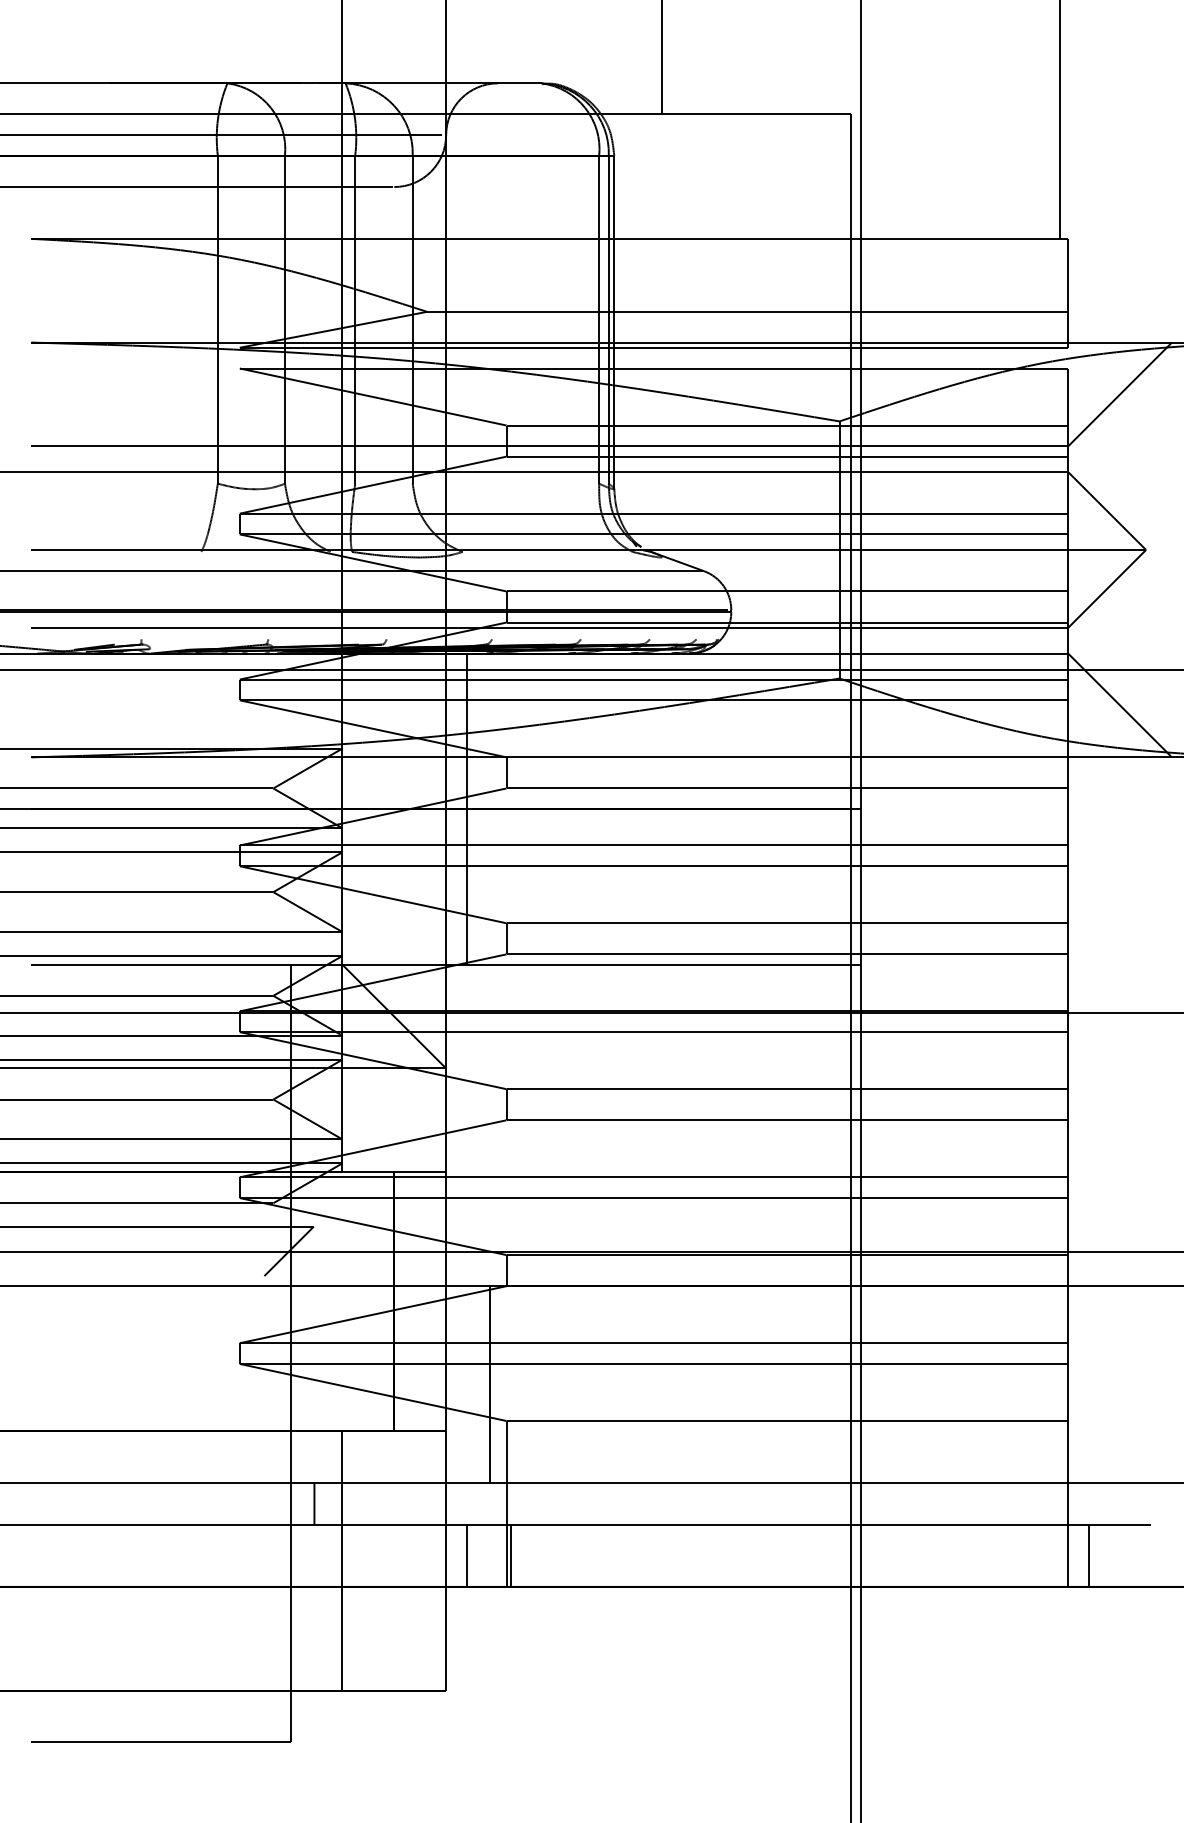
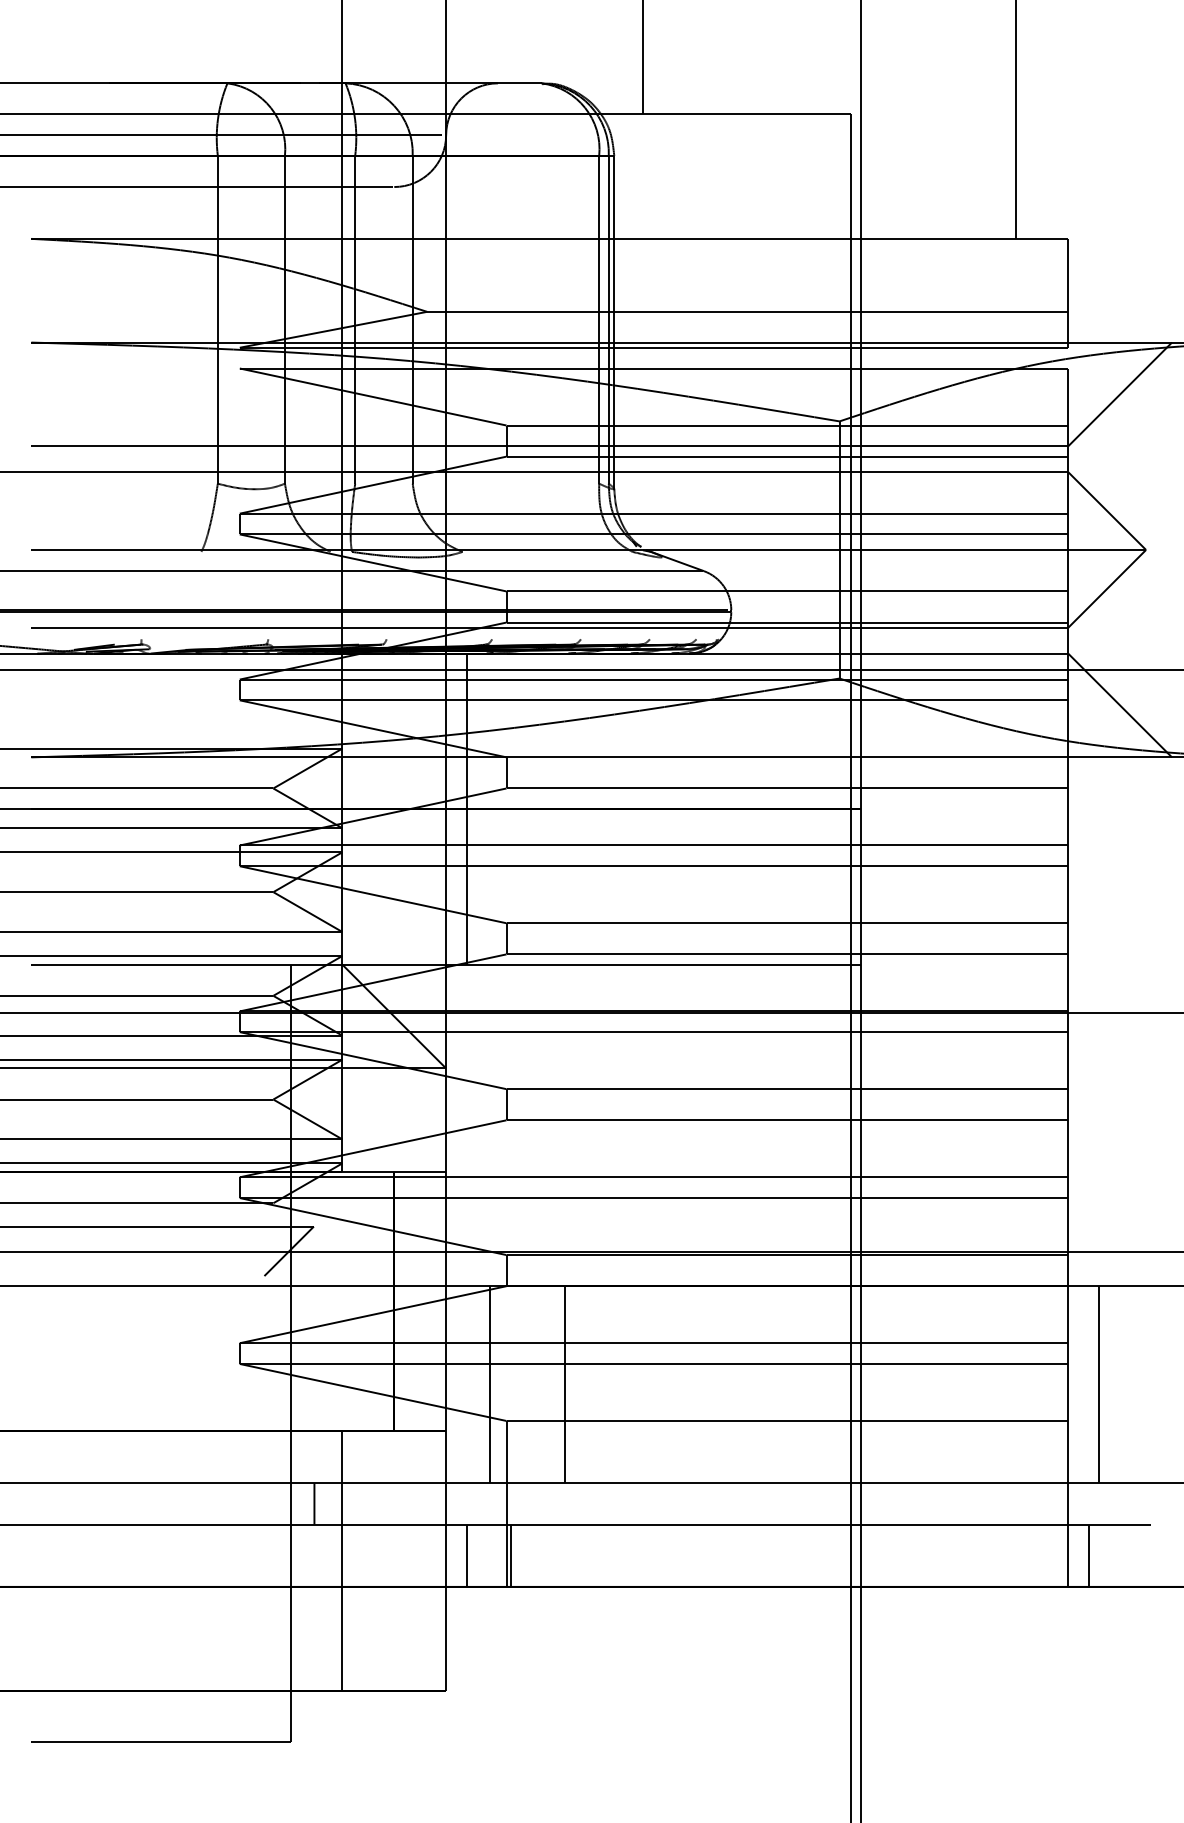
line at (662, 58) position: (662, 58) -> (643, 58)
line at (1060, 120) position: (1060, 120) -> (1016, 120)
line at (565, 1384): none -> present
line at (1099, 1384): none -> present
